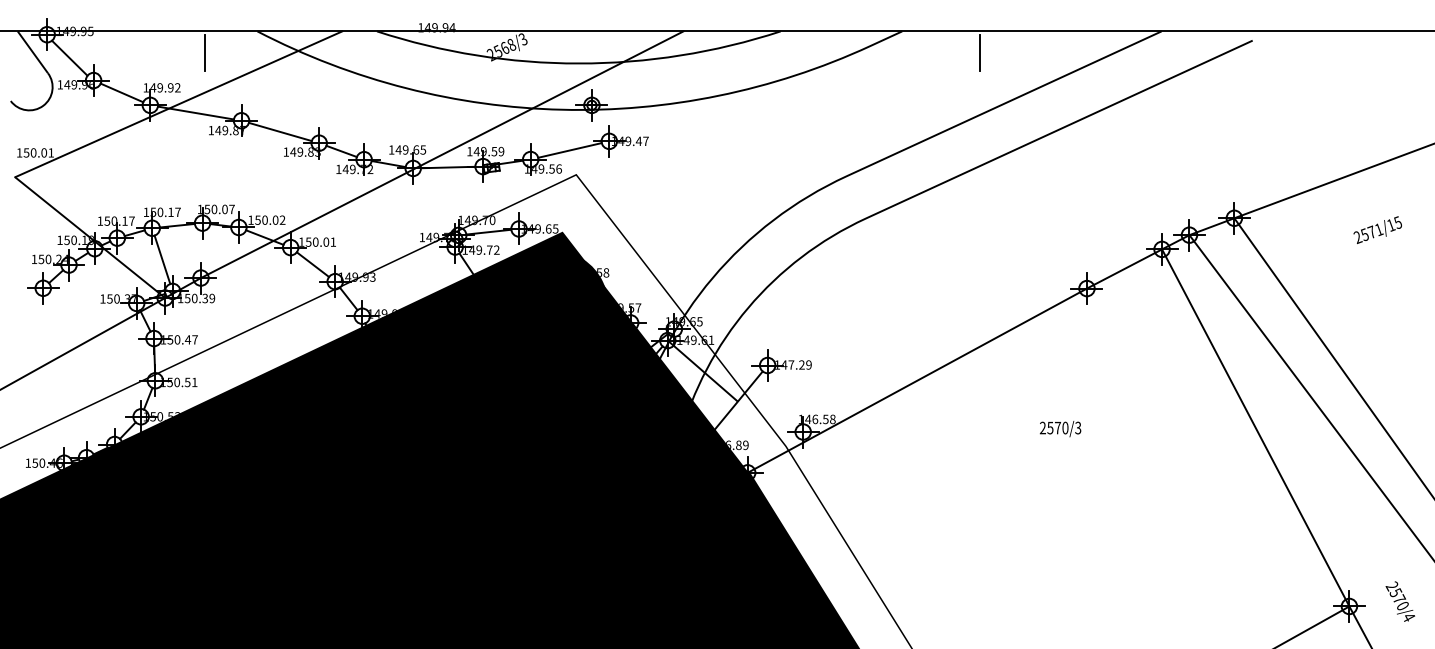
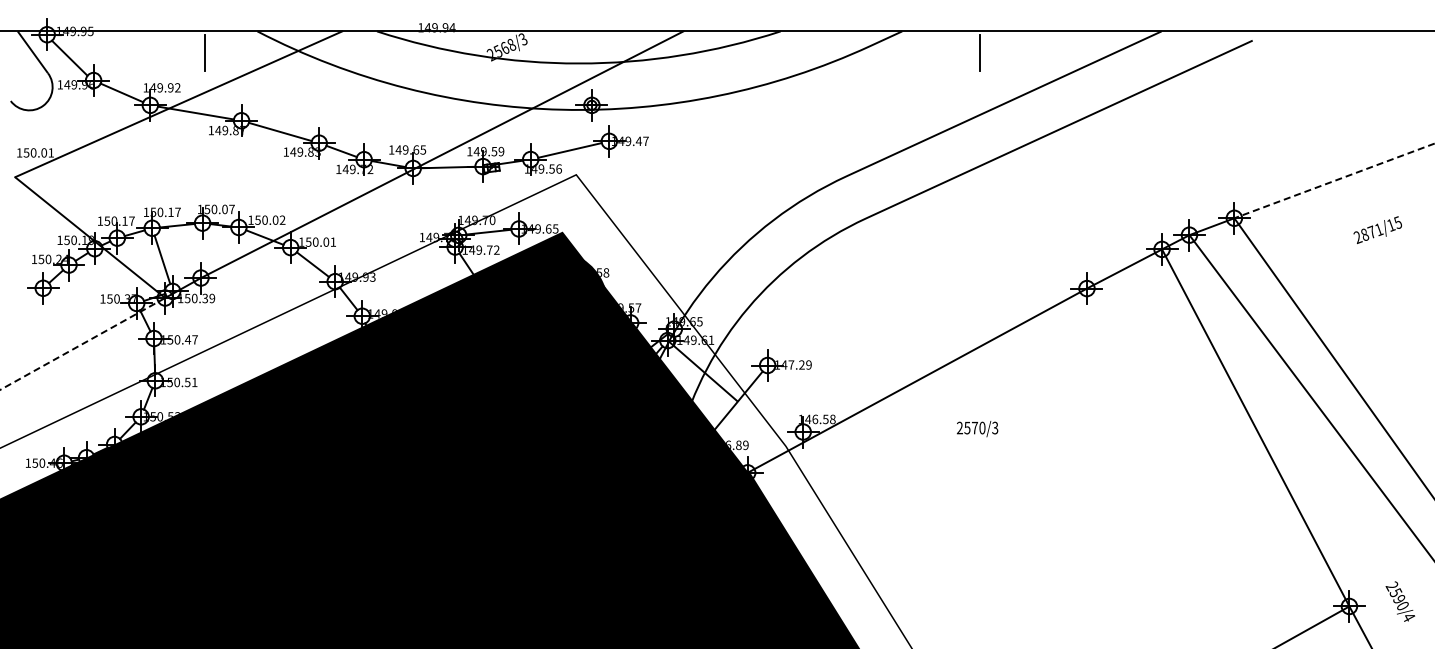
line at (1334, 180): solid -> dashed
text at (1365, 234): 2571/15 -> 2871/15
line at (82, 344): solid -> dashed
text at (1060, 429) position: (1060, 429) -> (977, 429)
text at (1399, 598): 2570/4 -> 2590/4
